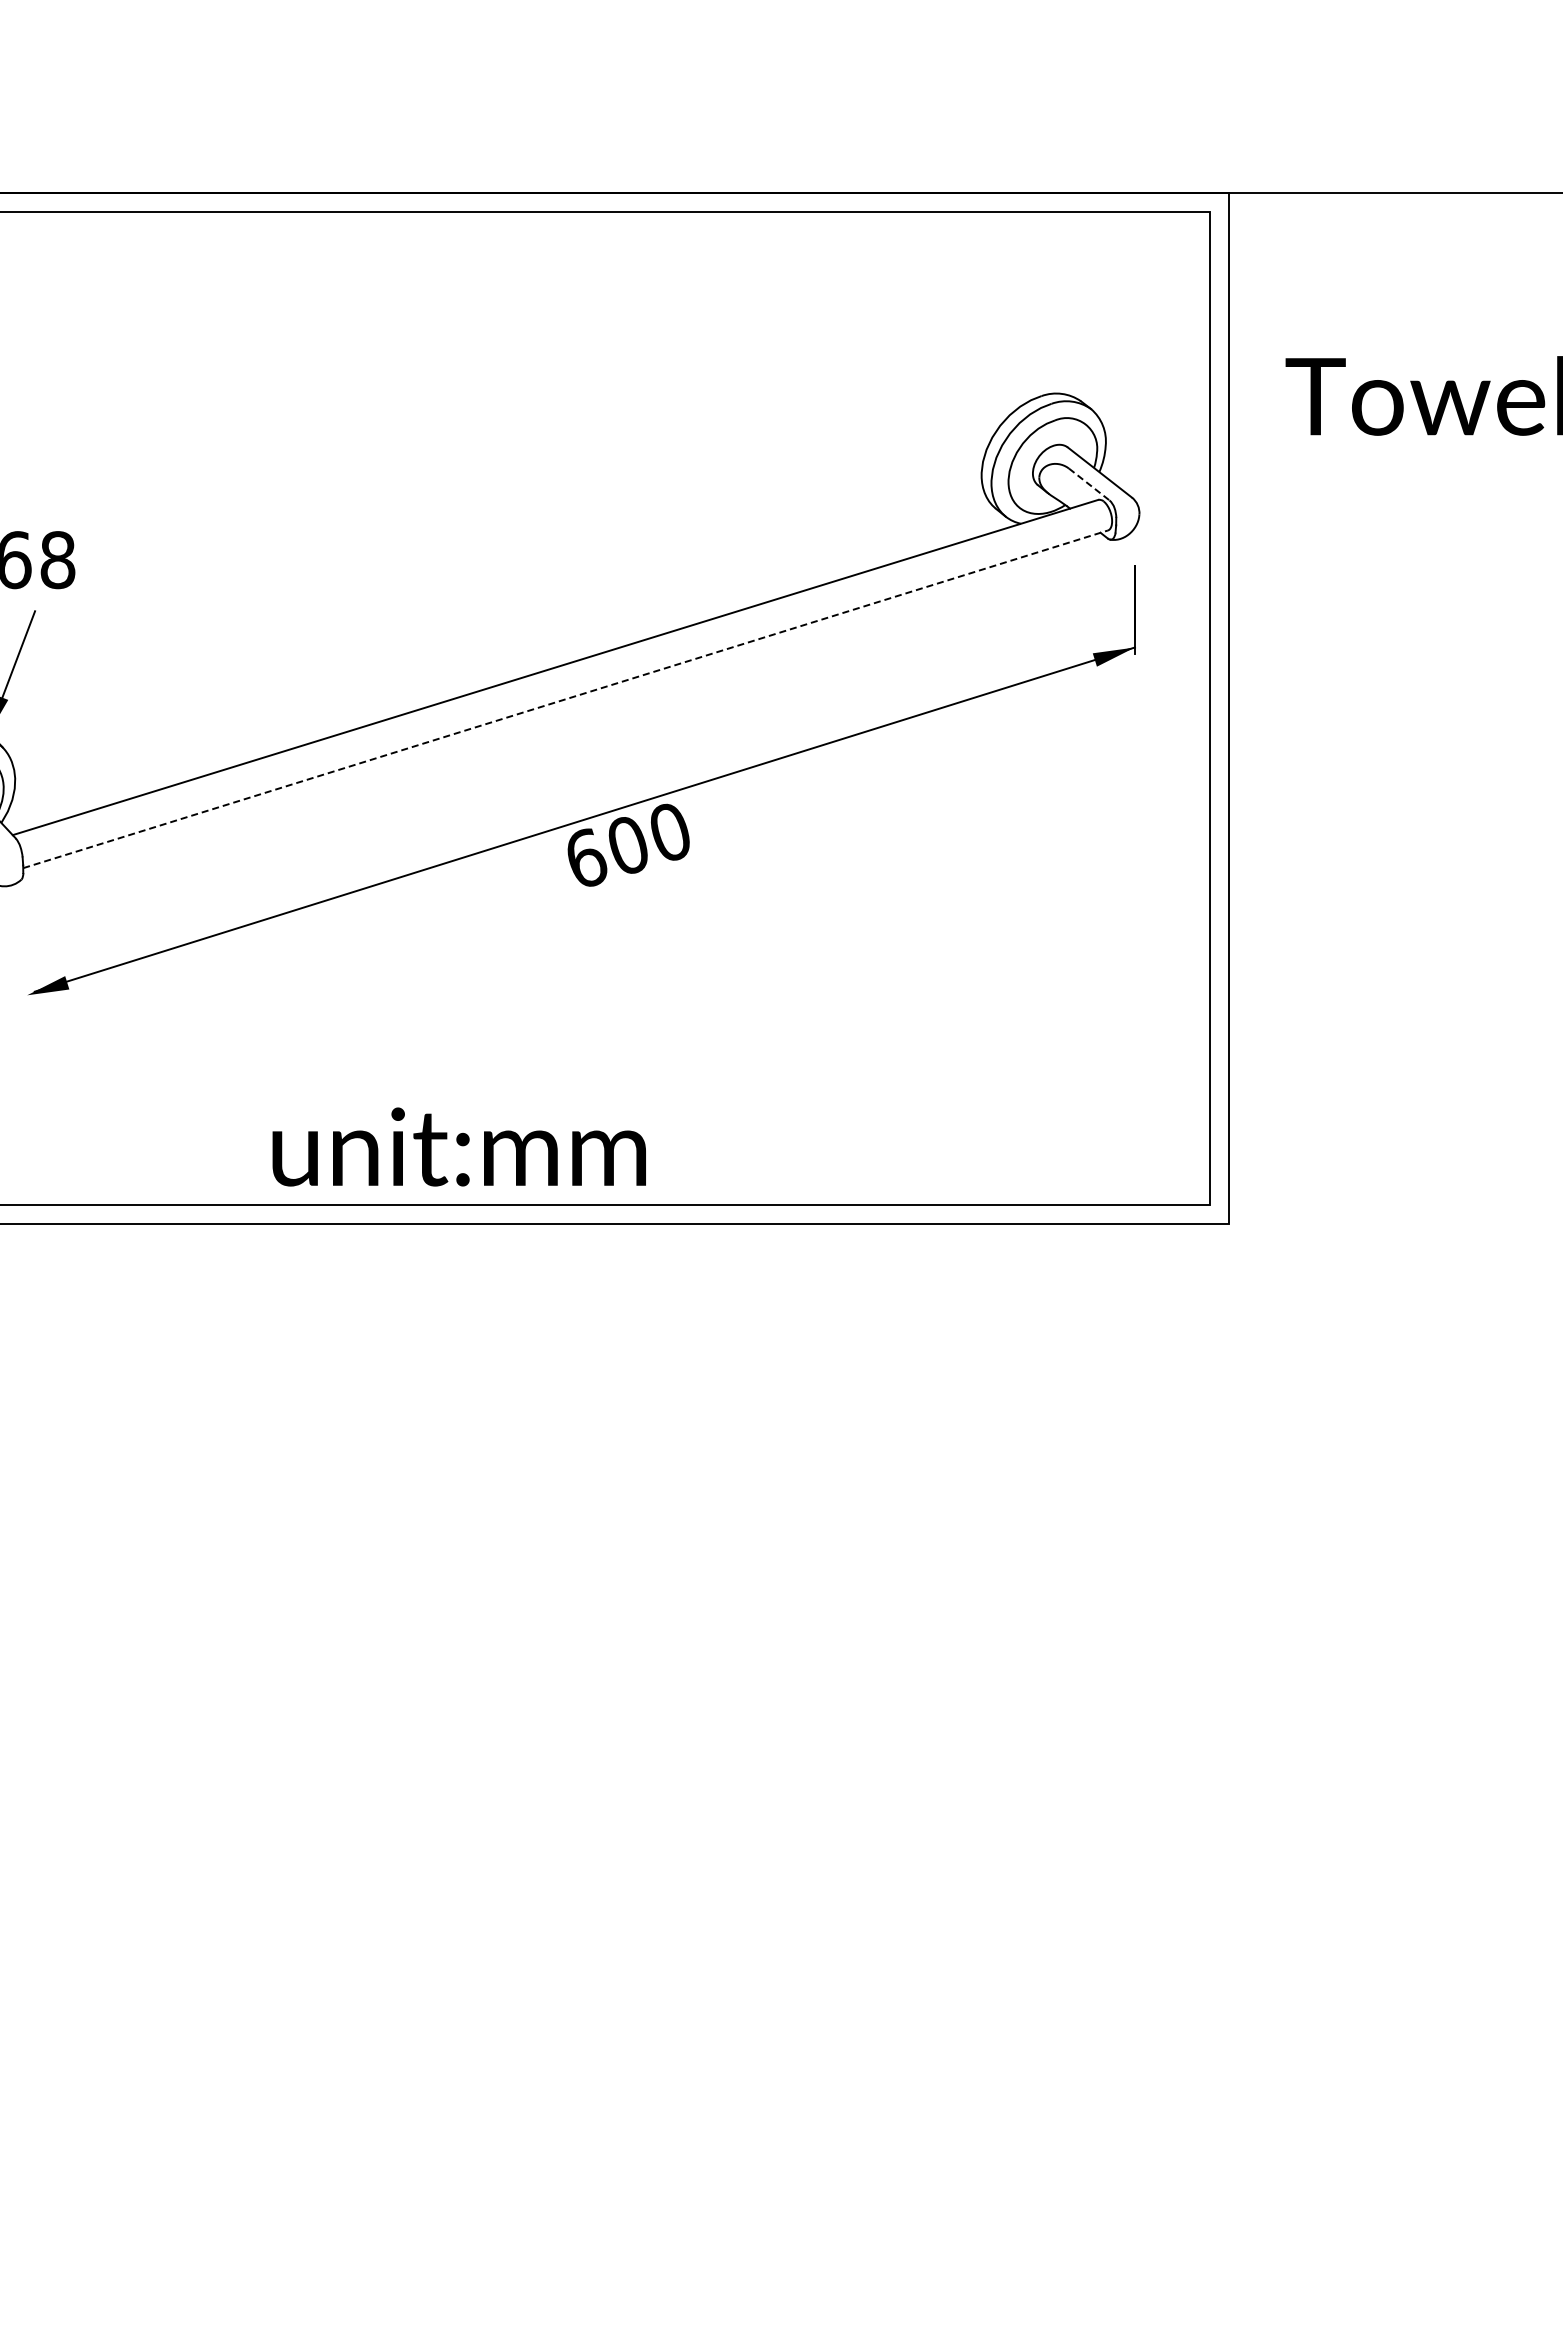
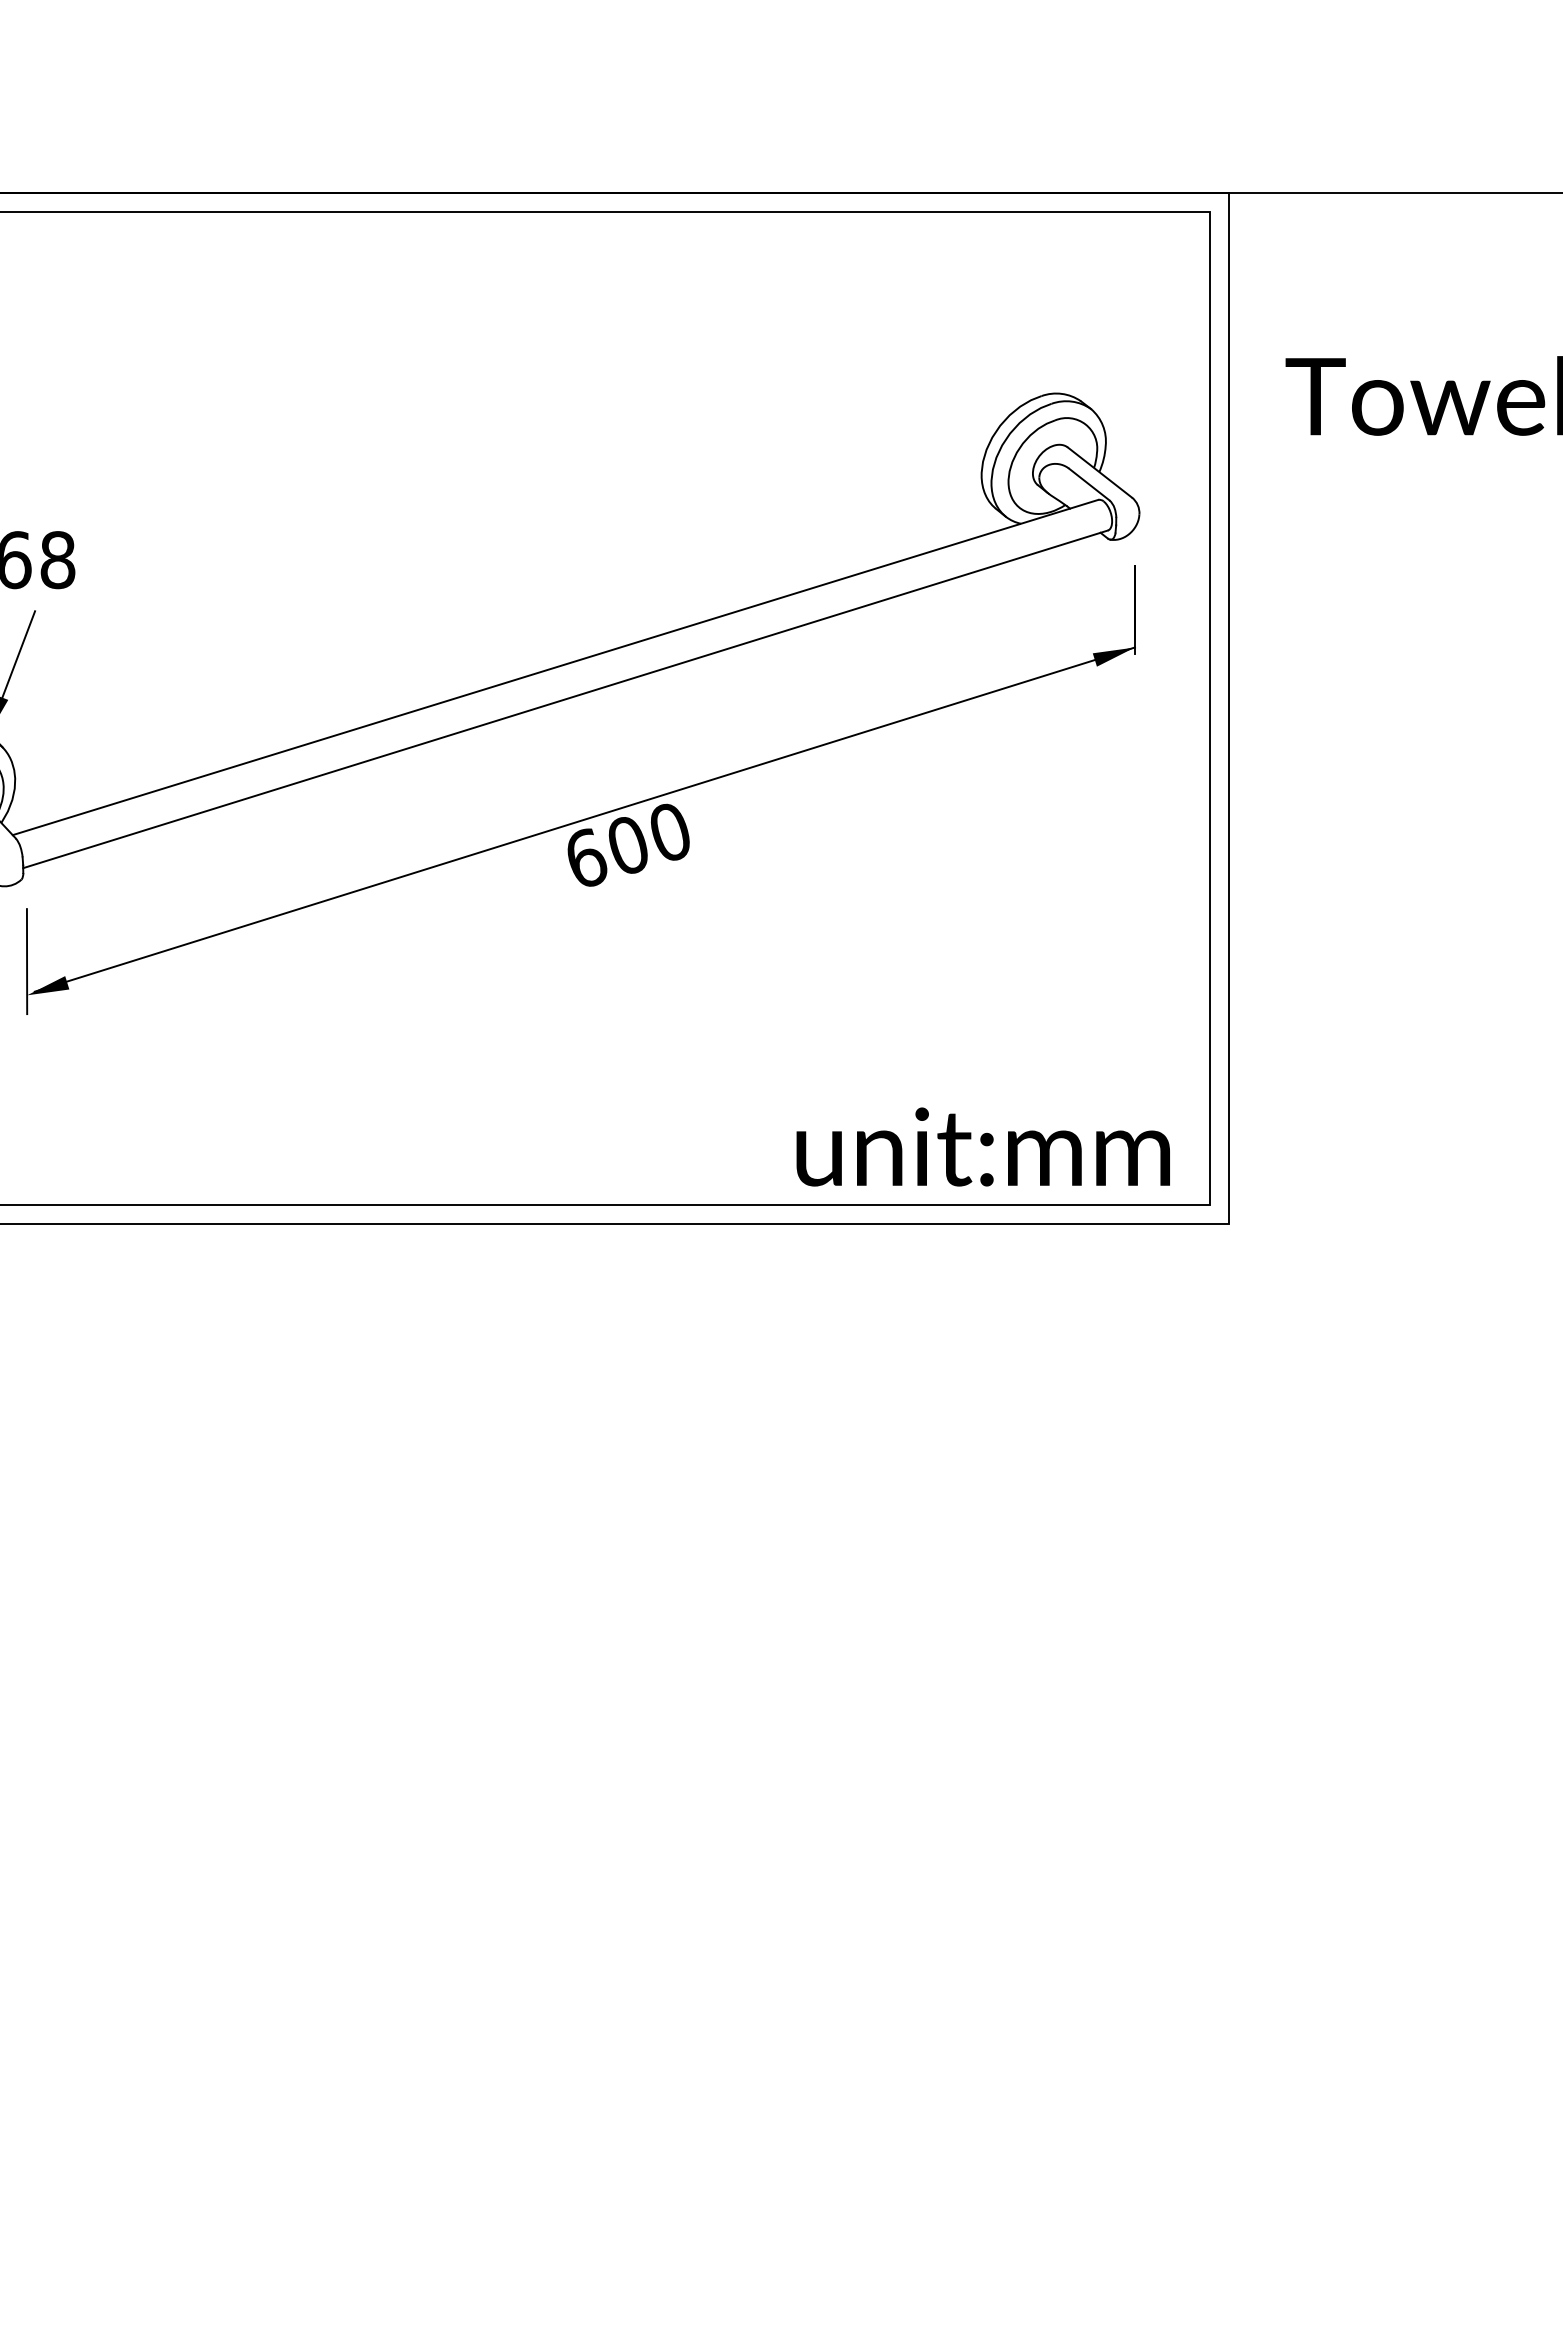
line at (1089, 484): dashed -> solid
line at (565, 699): dashed -> solid
line at (26, 961): none -> present
text at (458, 1146) position: (458, 1146) -> (982, 1146)
